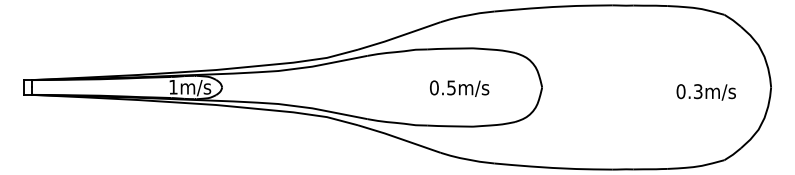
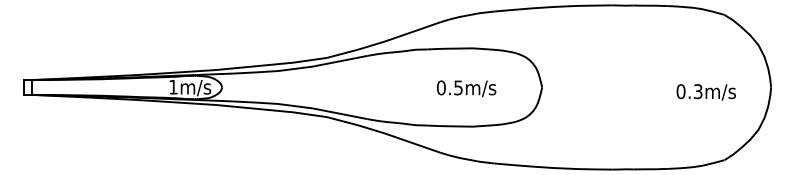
text at (459, 88) position: (459, 88) -> (466, 88)
